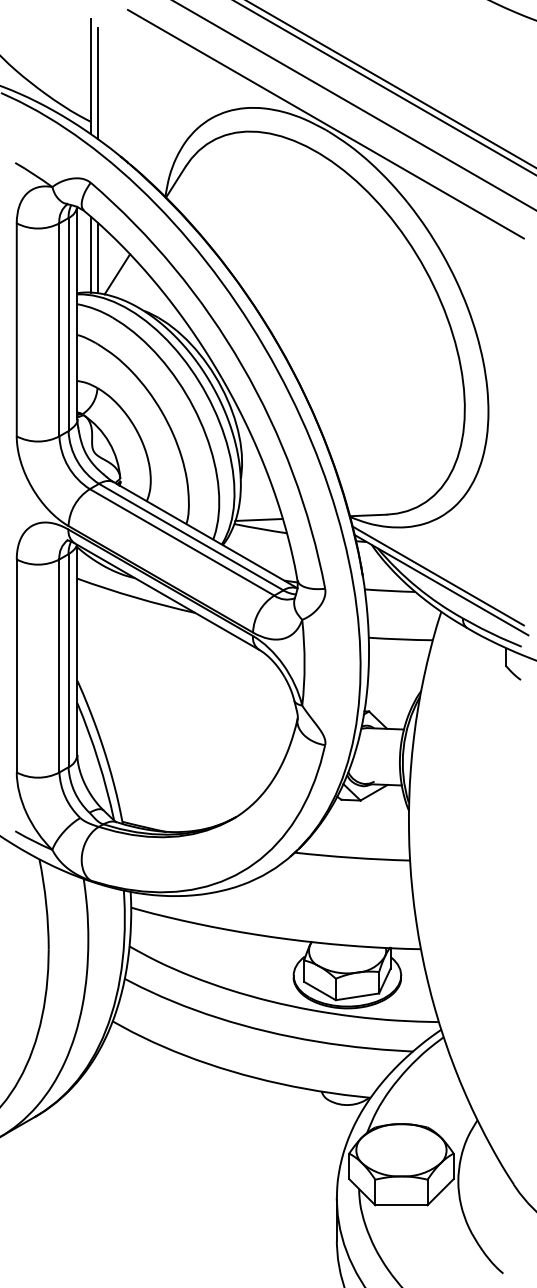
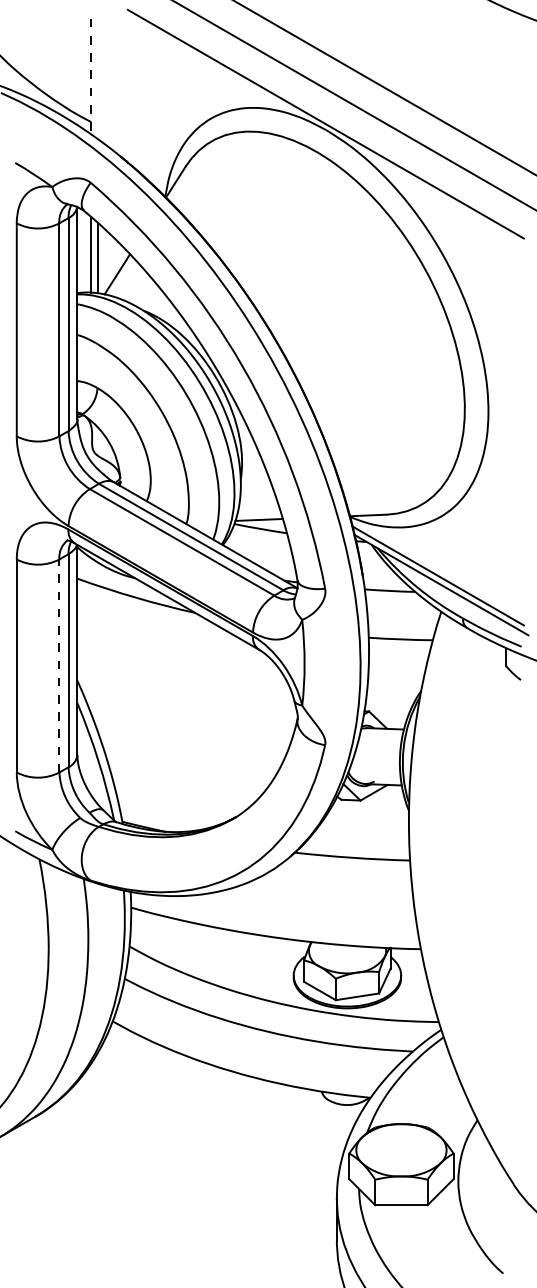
line at (91, 76): solid -> dashed
line at (97, 82): present -> none
line at (391, 84): present -> none
line at (59, 666): solid -> dashed
